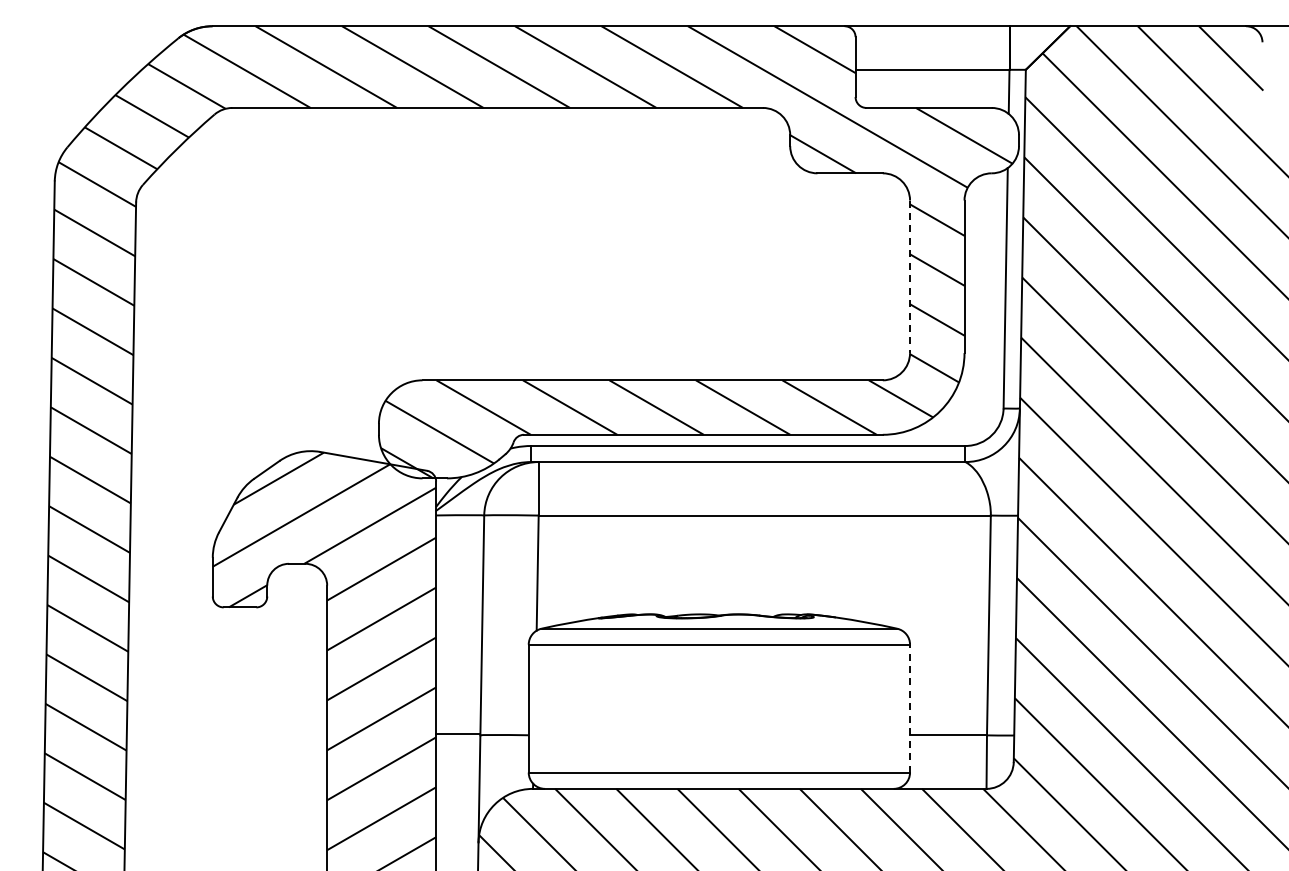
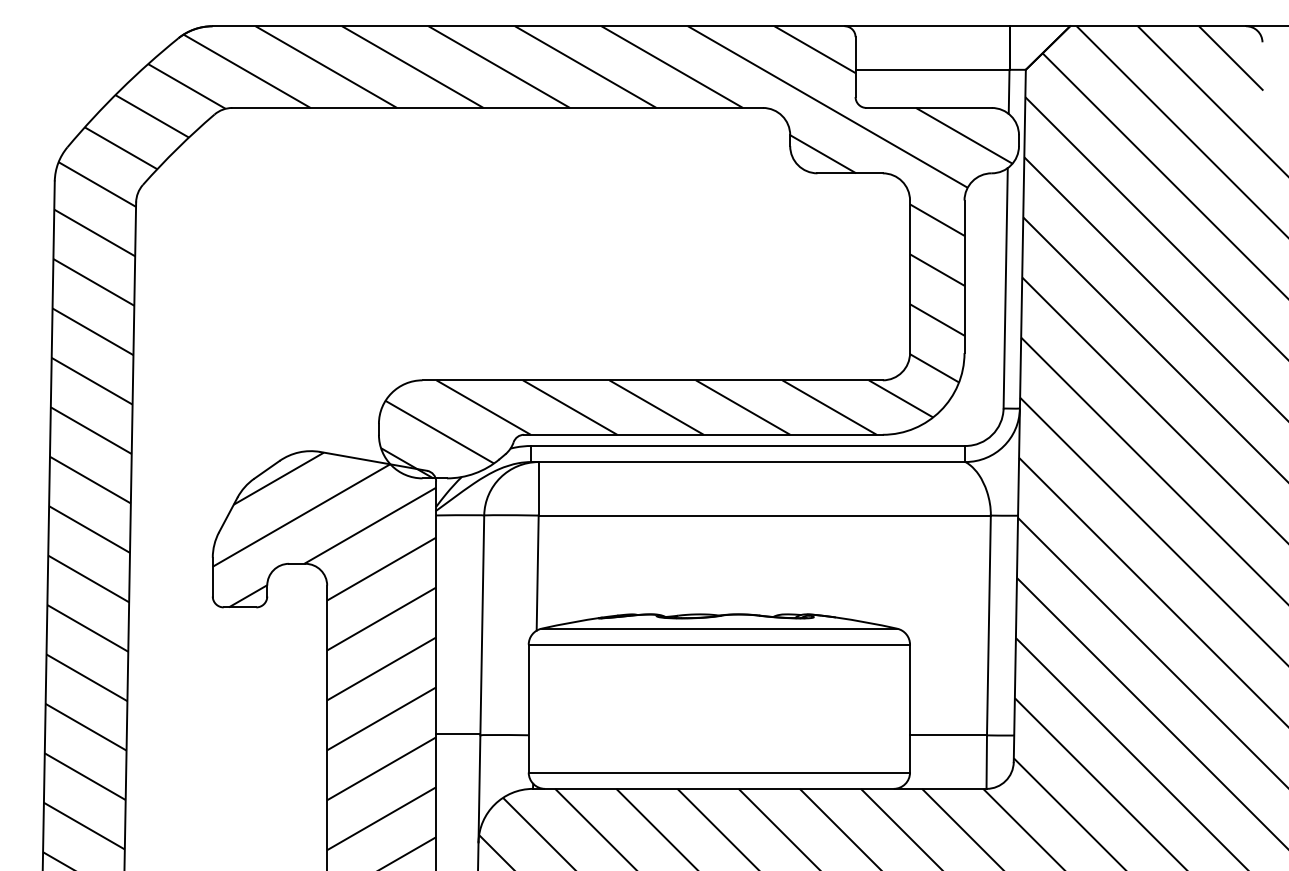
line at (910, 277): dashed -> solid
line at (910, 708): dashed -> solid
